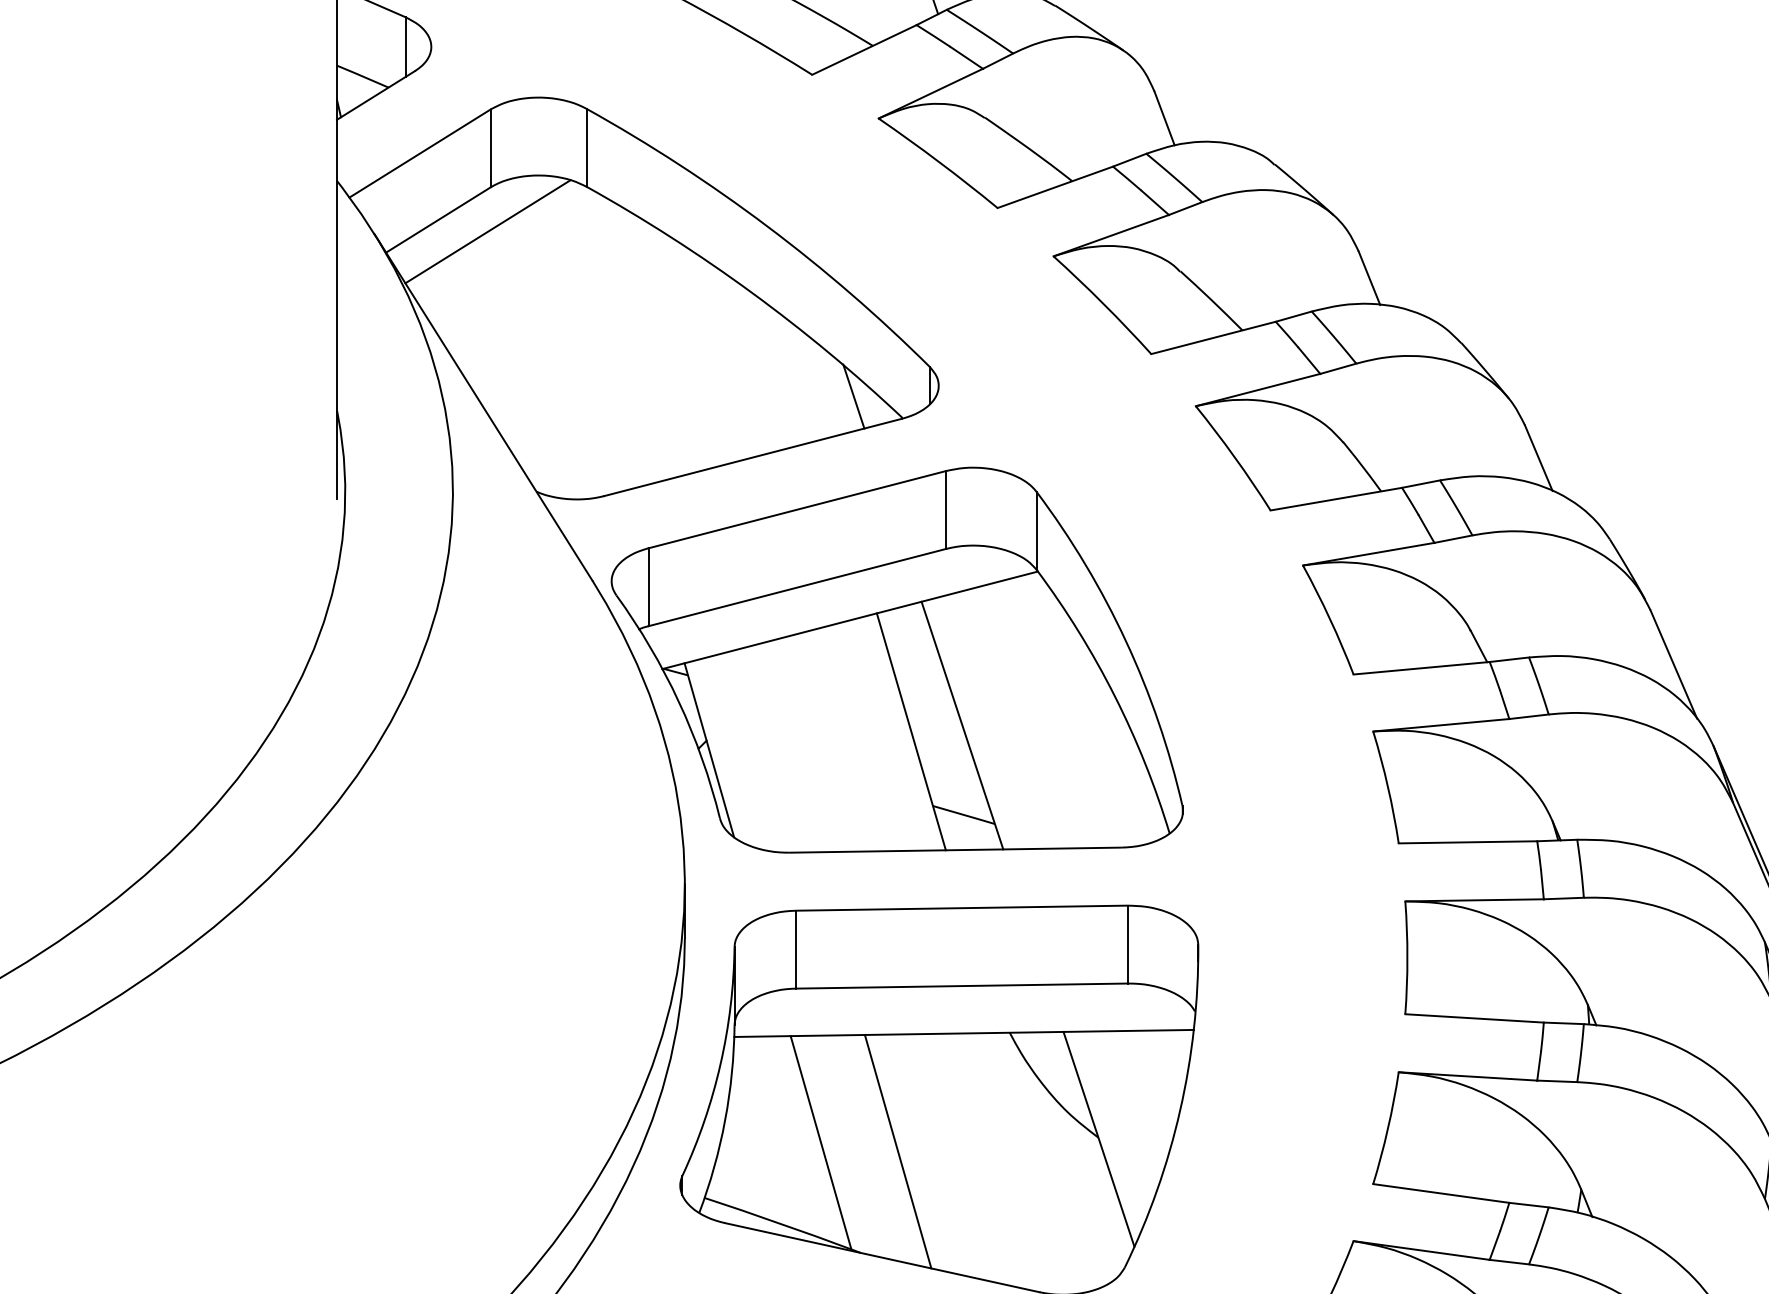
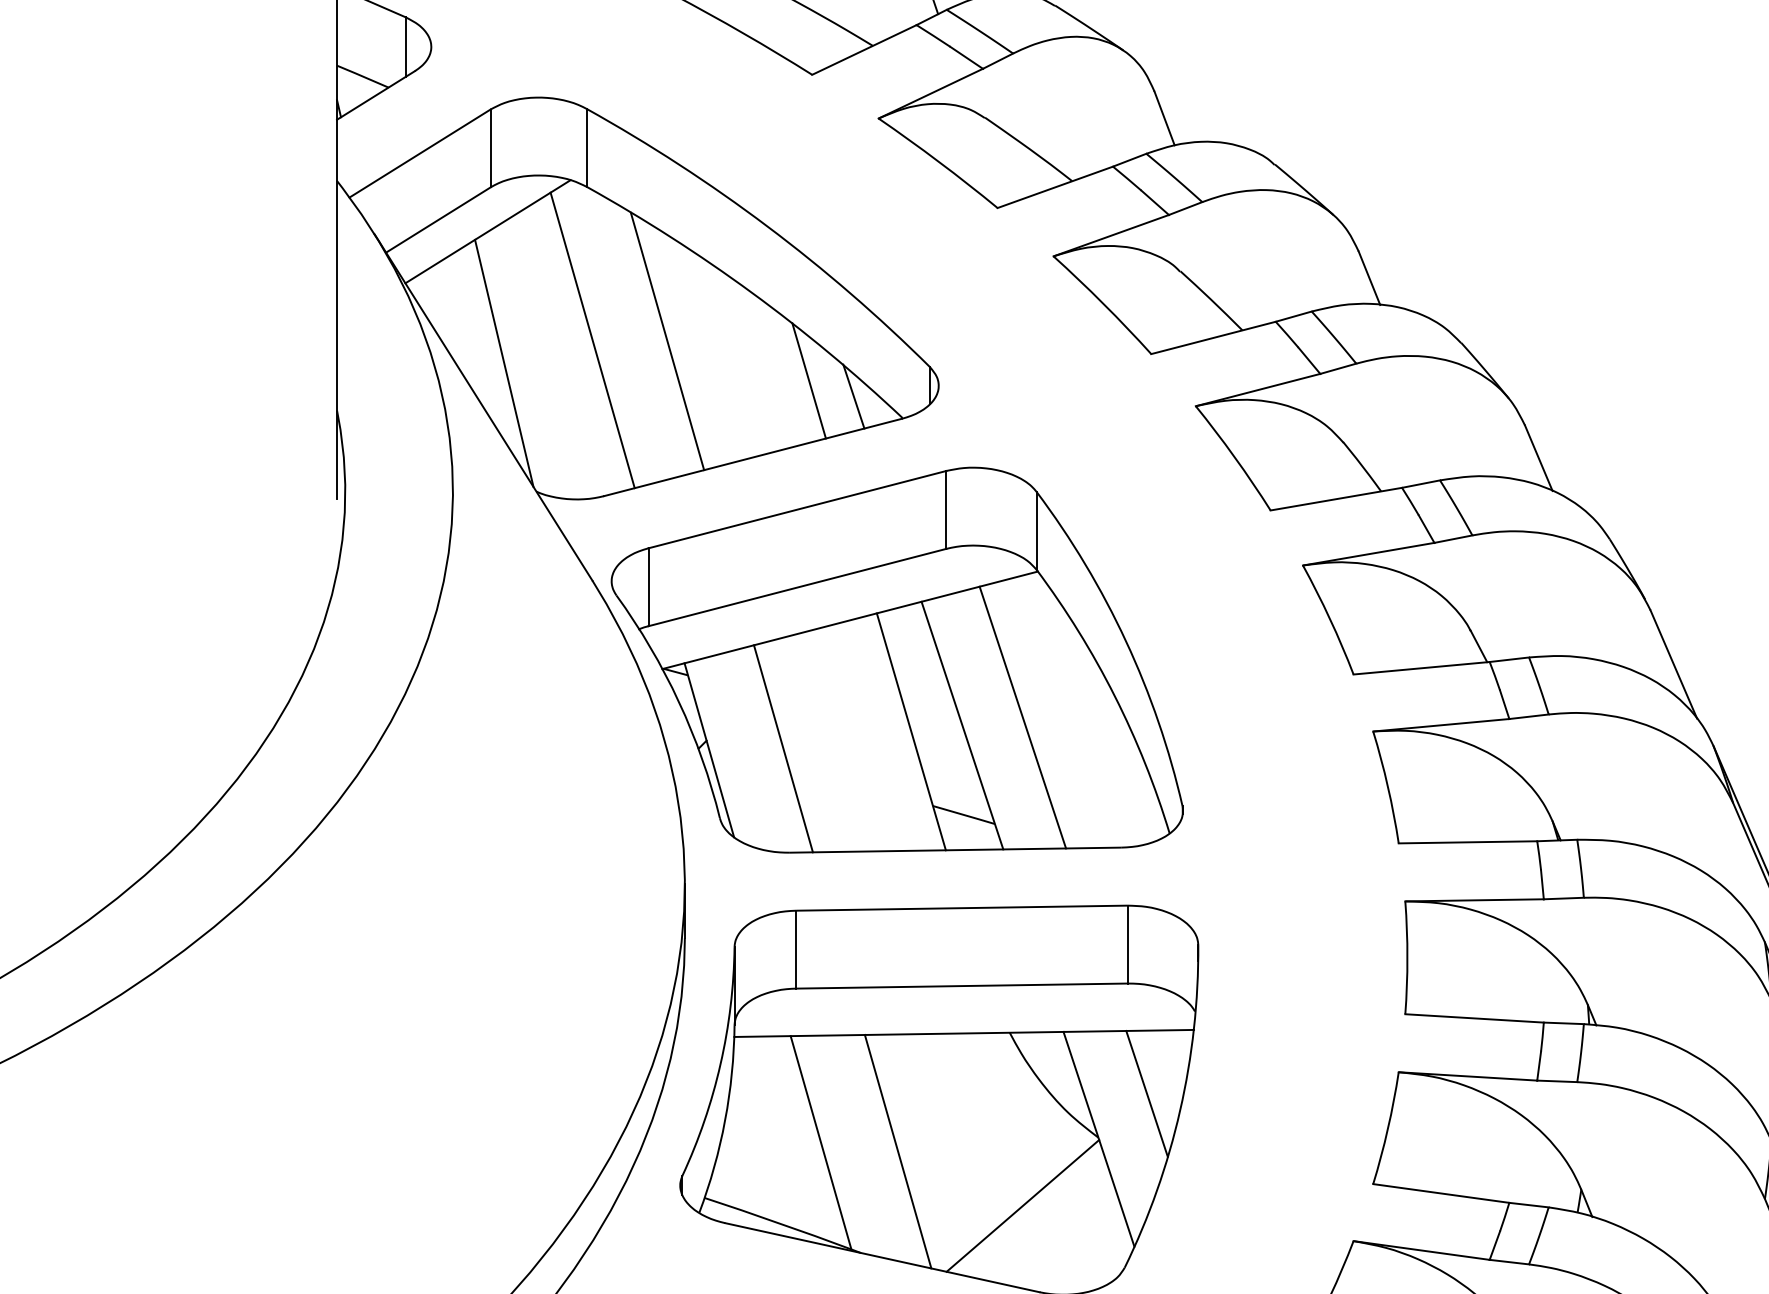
line at (592, 340): none -> present
line at (667, 341): none -> present
line at (504, 362): none -> present
line at (808, 380): none -> present
line at (1022, 717): none -> present
line at (782, 748): none -> present
line at (1146, 1093): none -> present
line at (1022, 1205): none -> present
